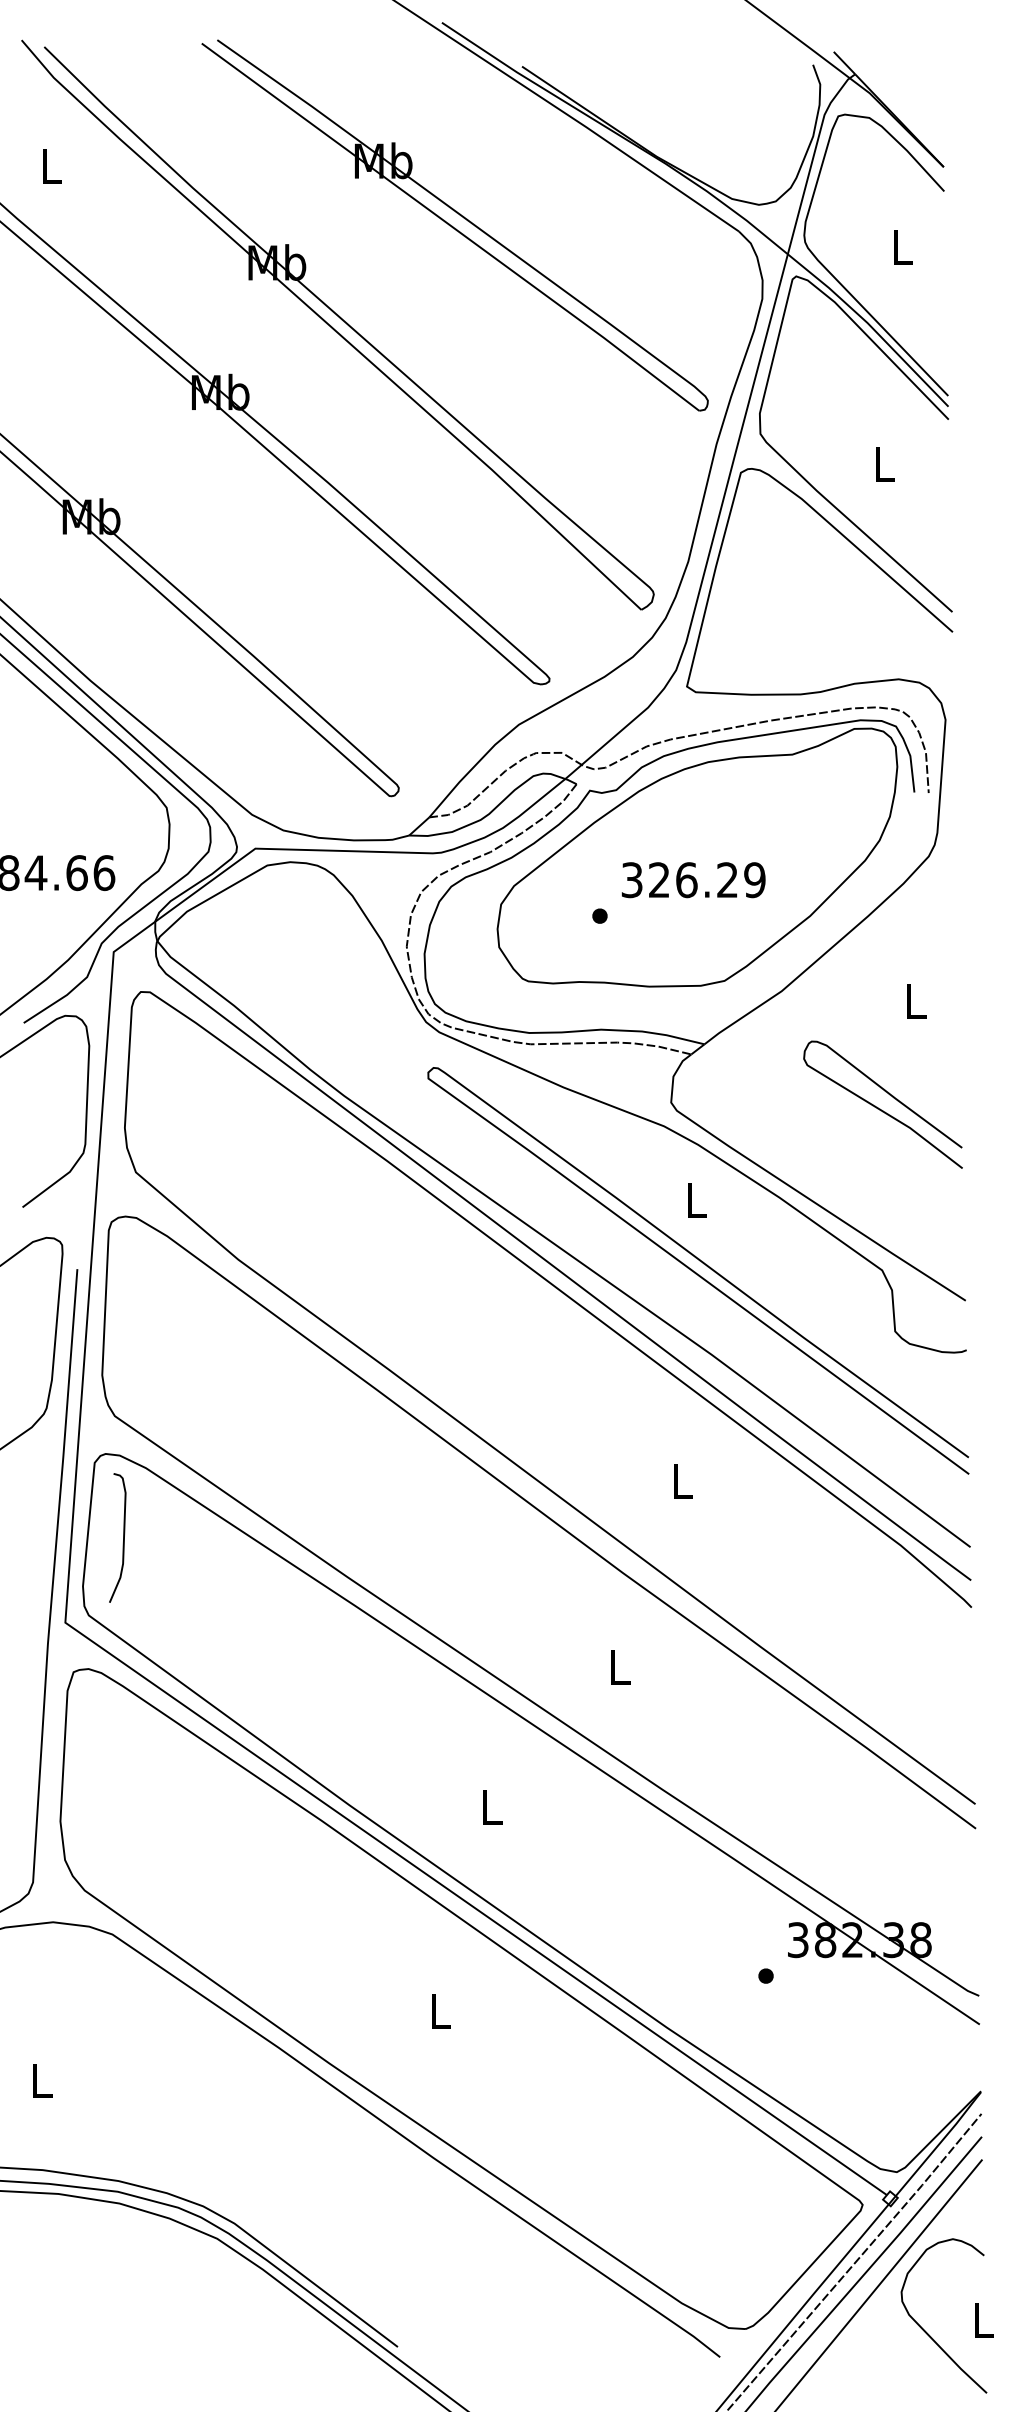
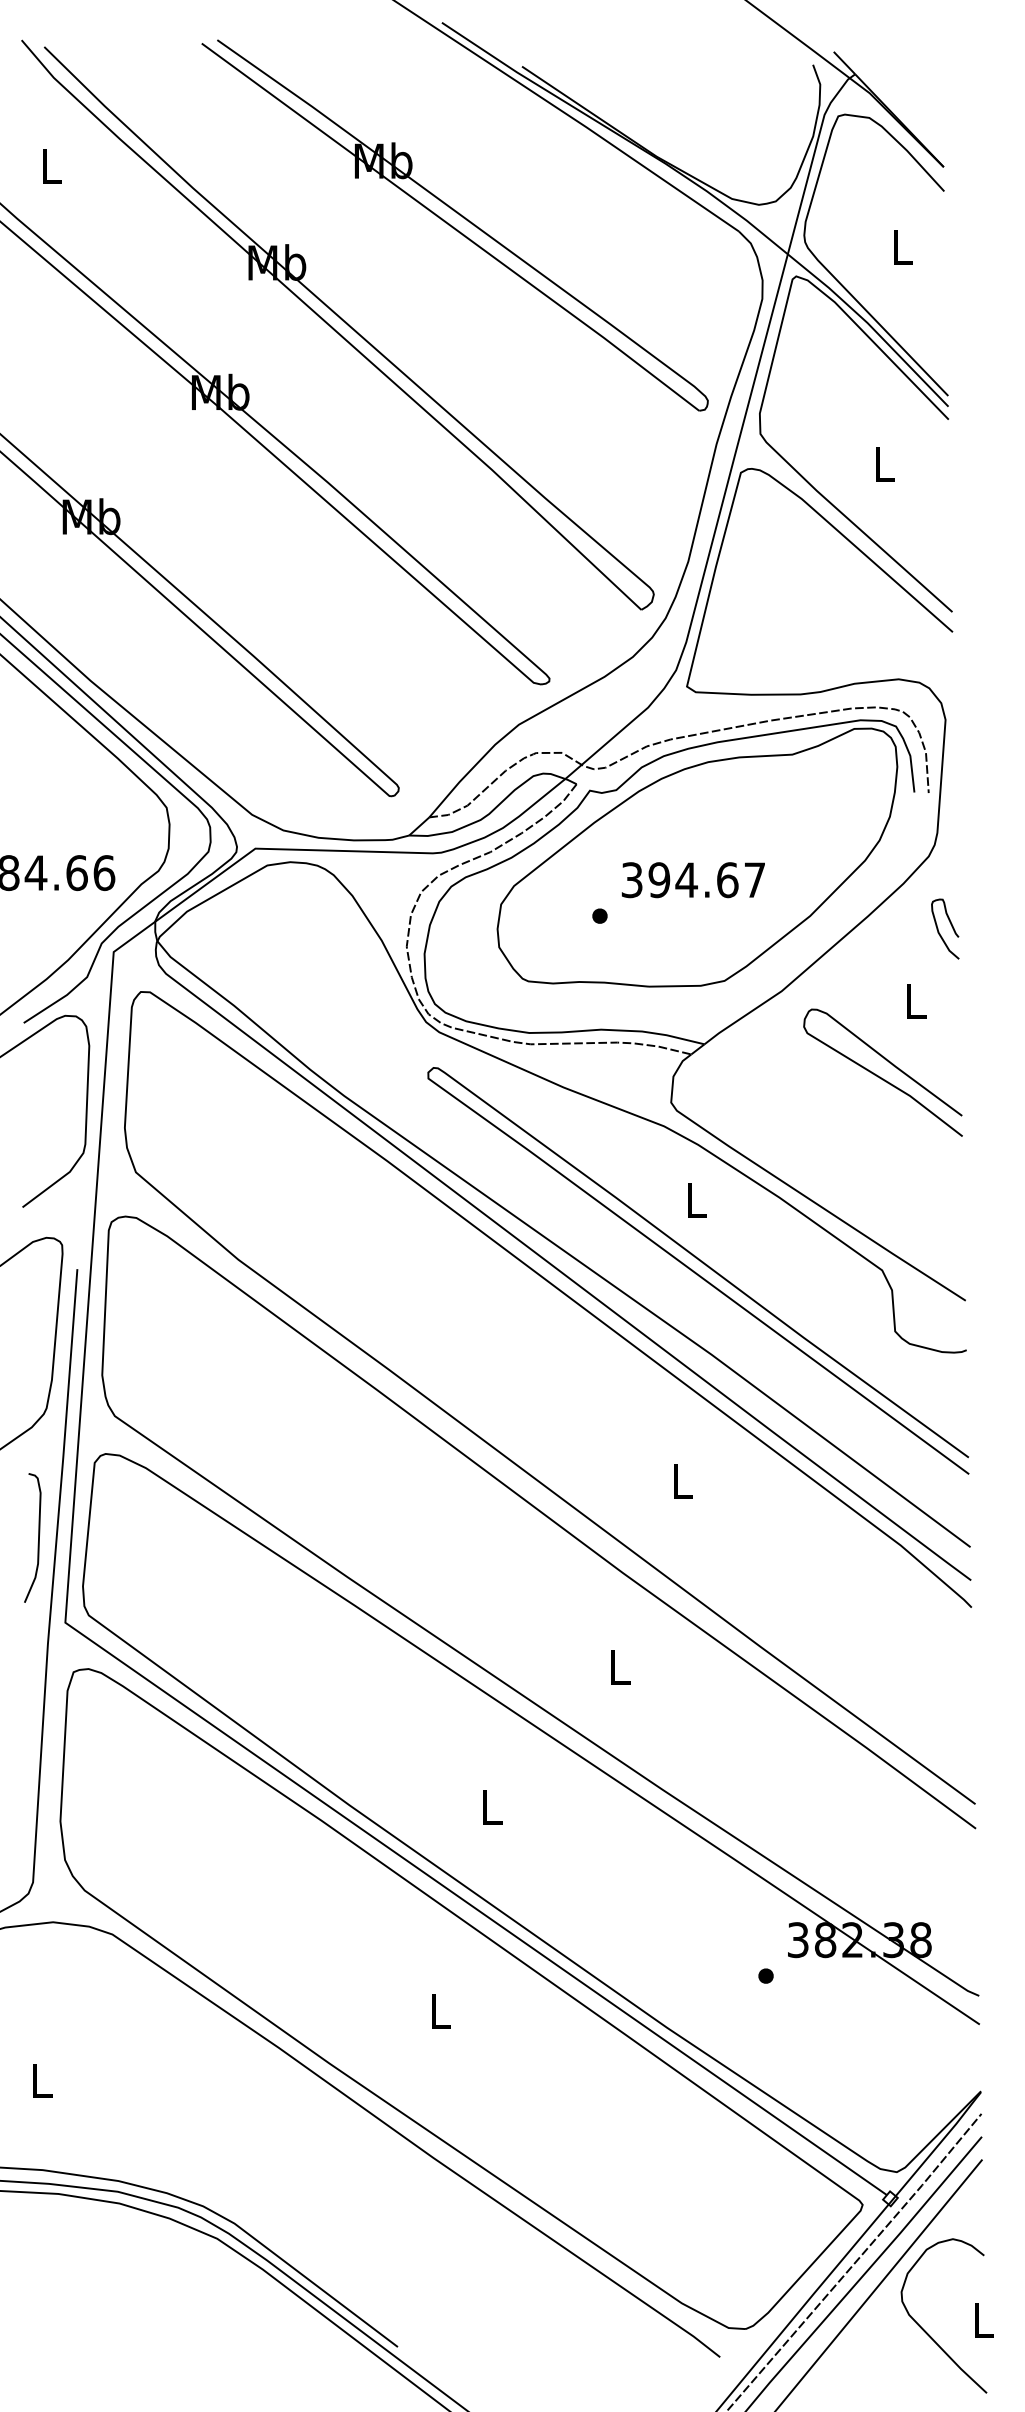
text at (706, 880): 326.29 -> 394.67
curve at (951, 926): none -> present
curve at (880, 1108) position: (880, 1108) -> (880, 1076)
curve at (123, 1537) position: (123, 1537) -> (38, 1537)
